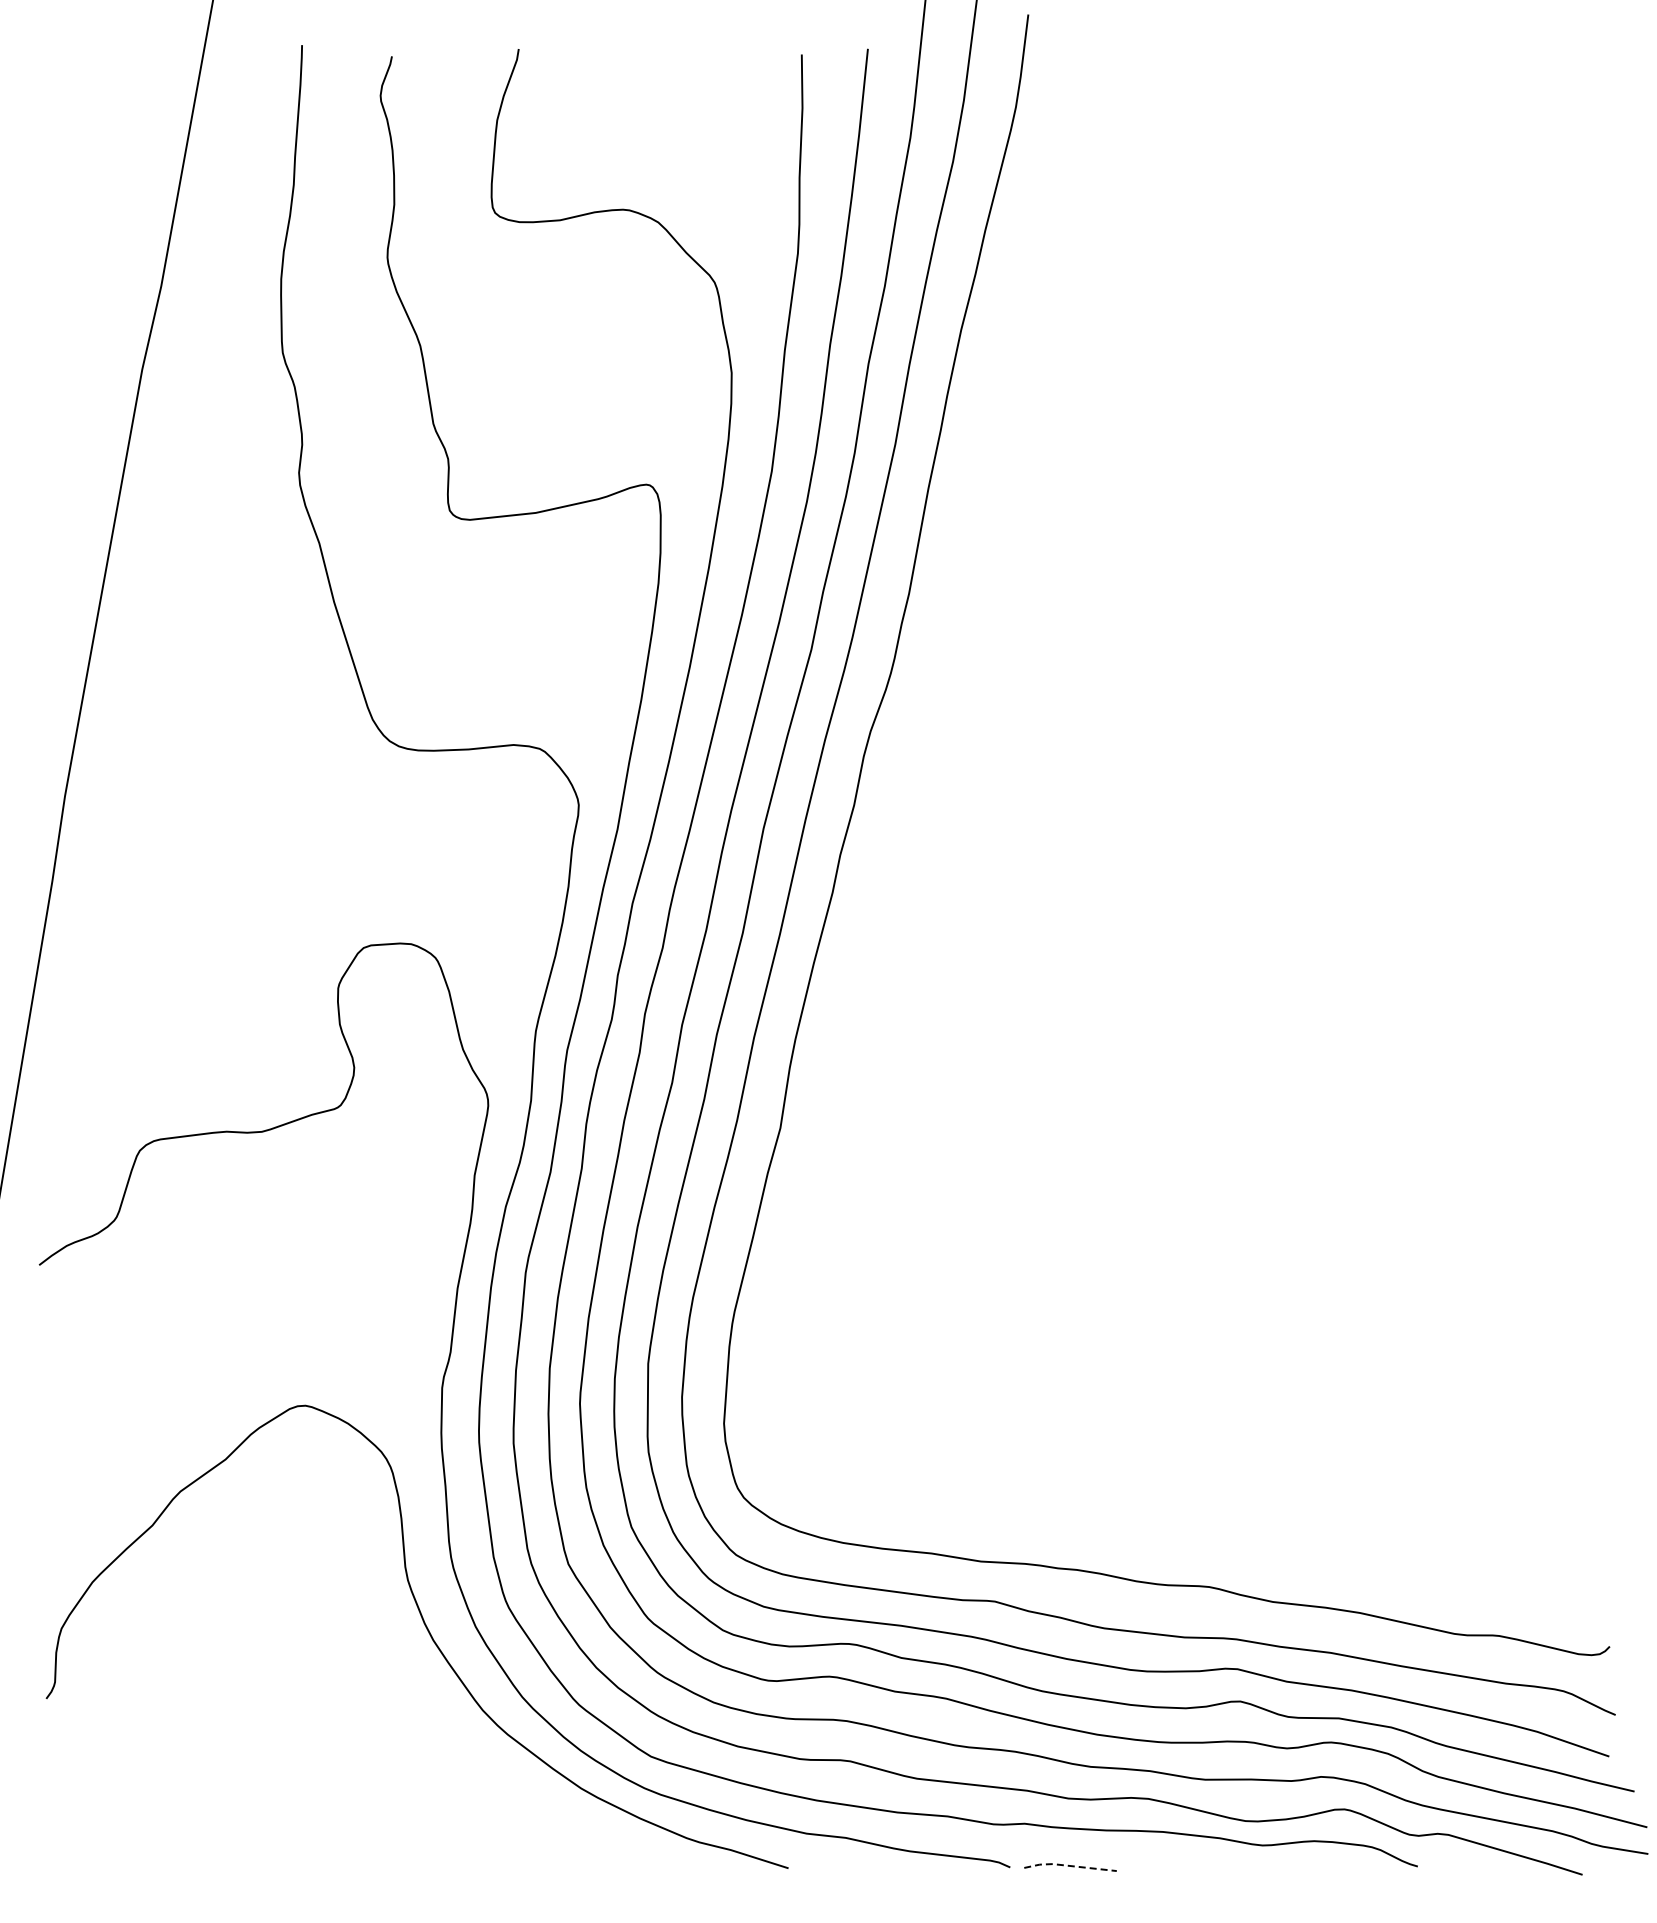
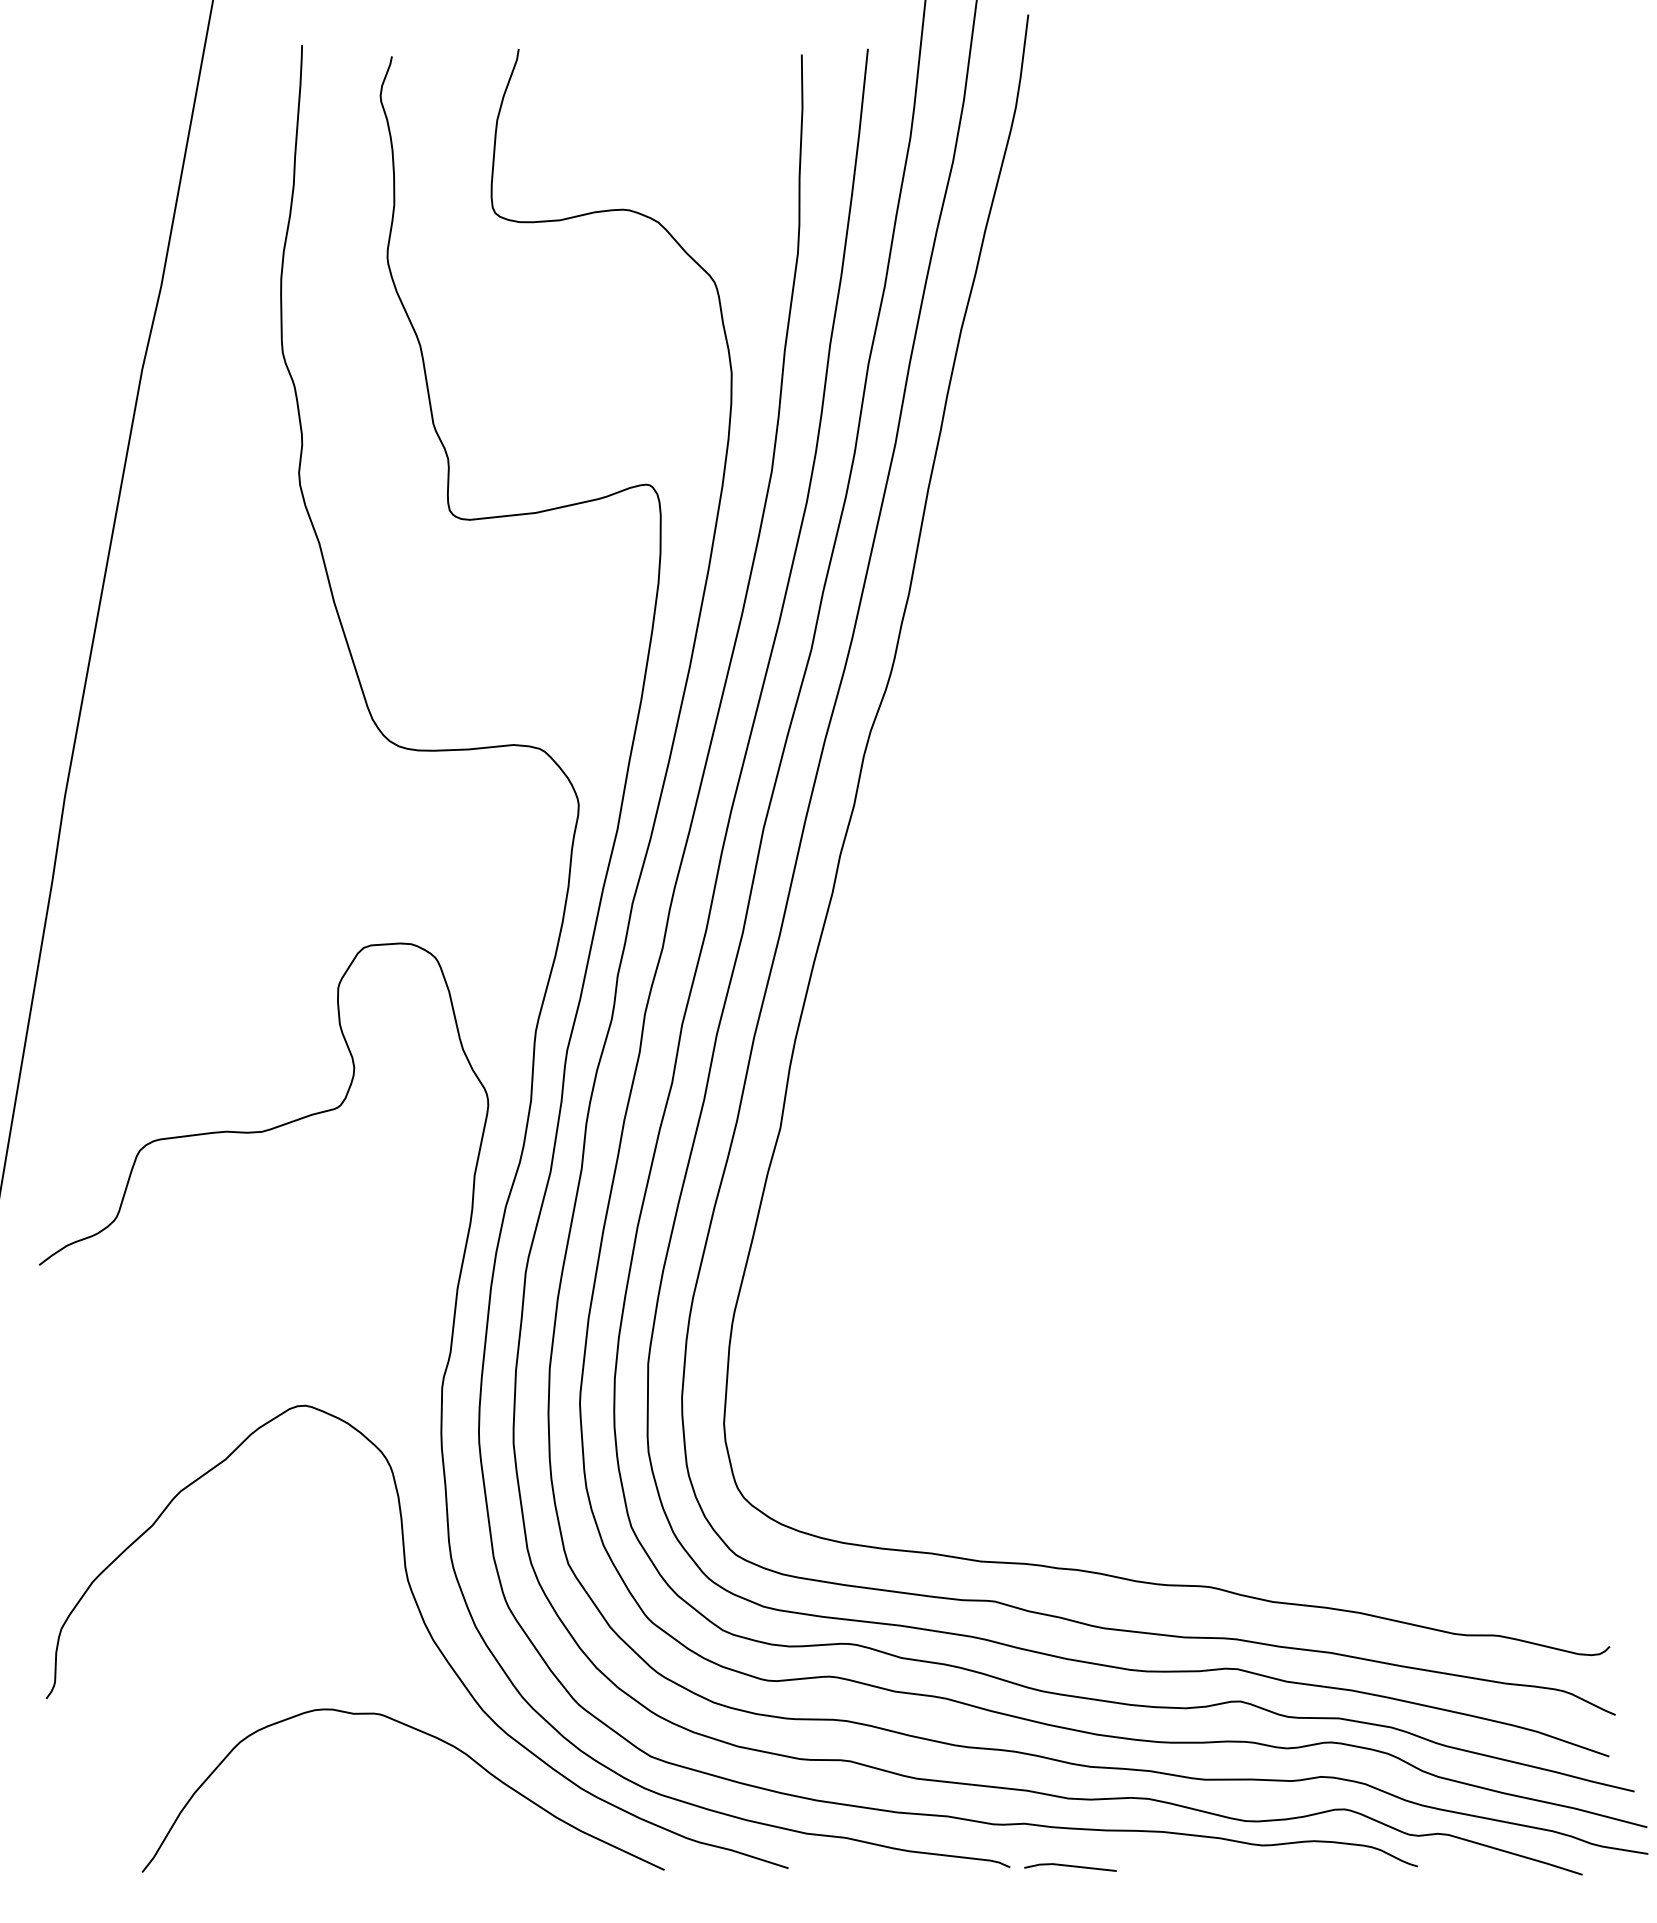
curve at (425, 1734): none -> present
line at (1069, 1865): dashed -> solid
